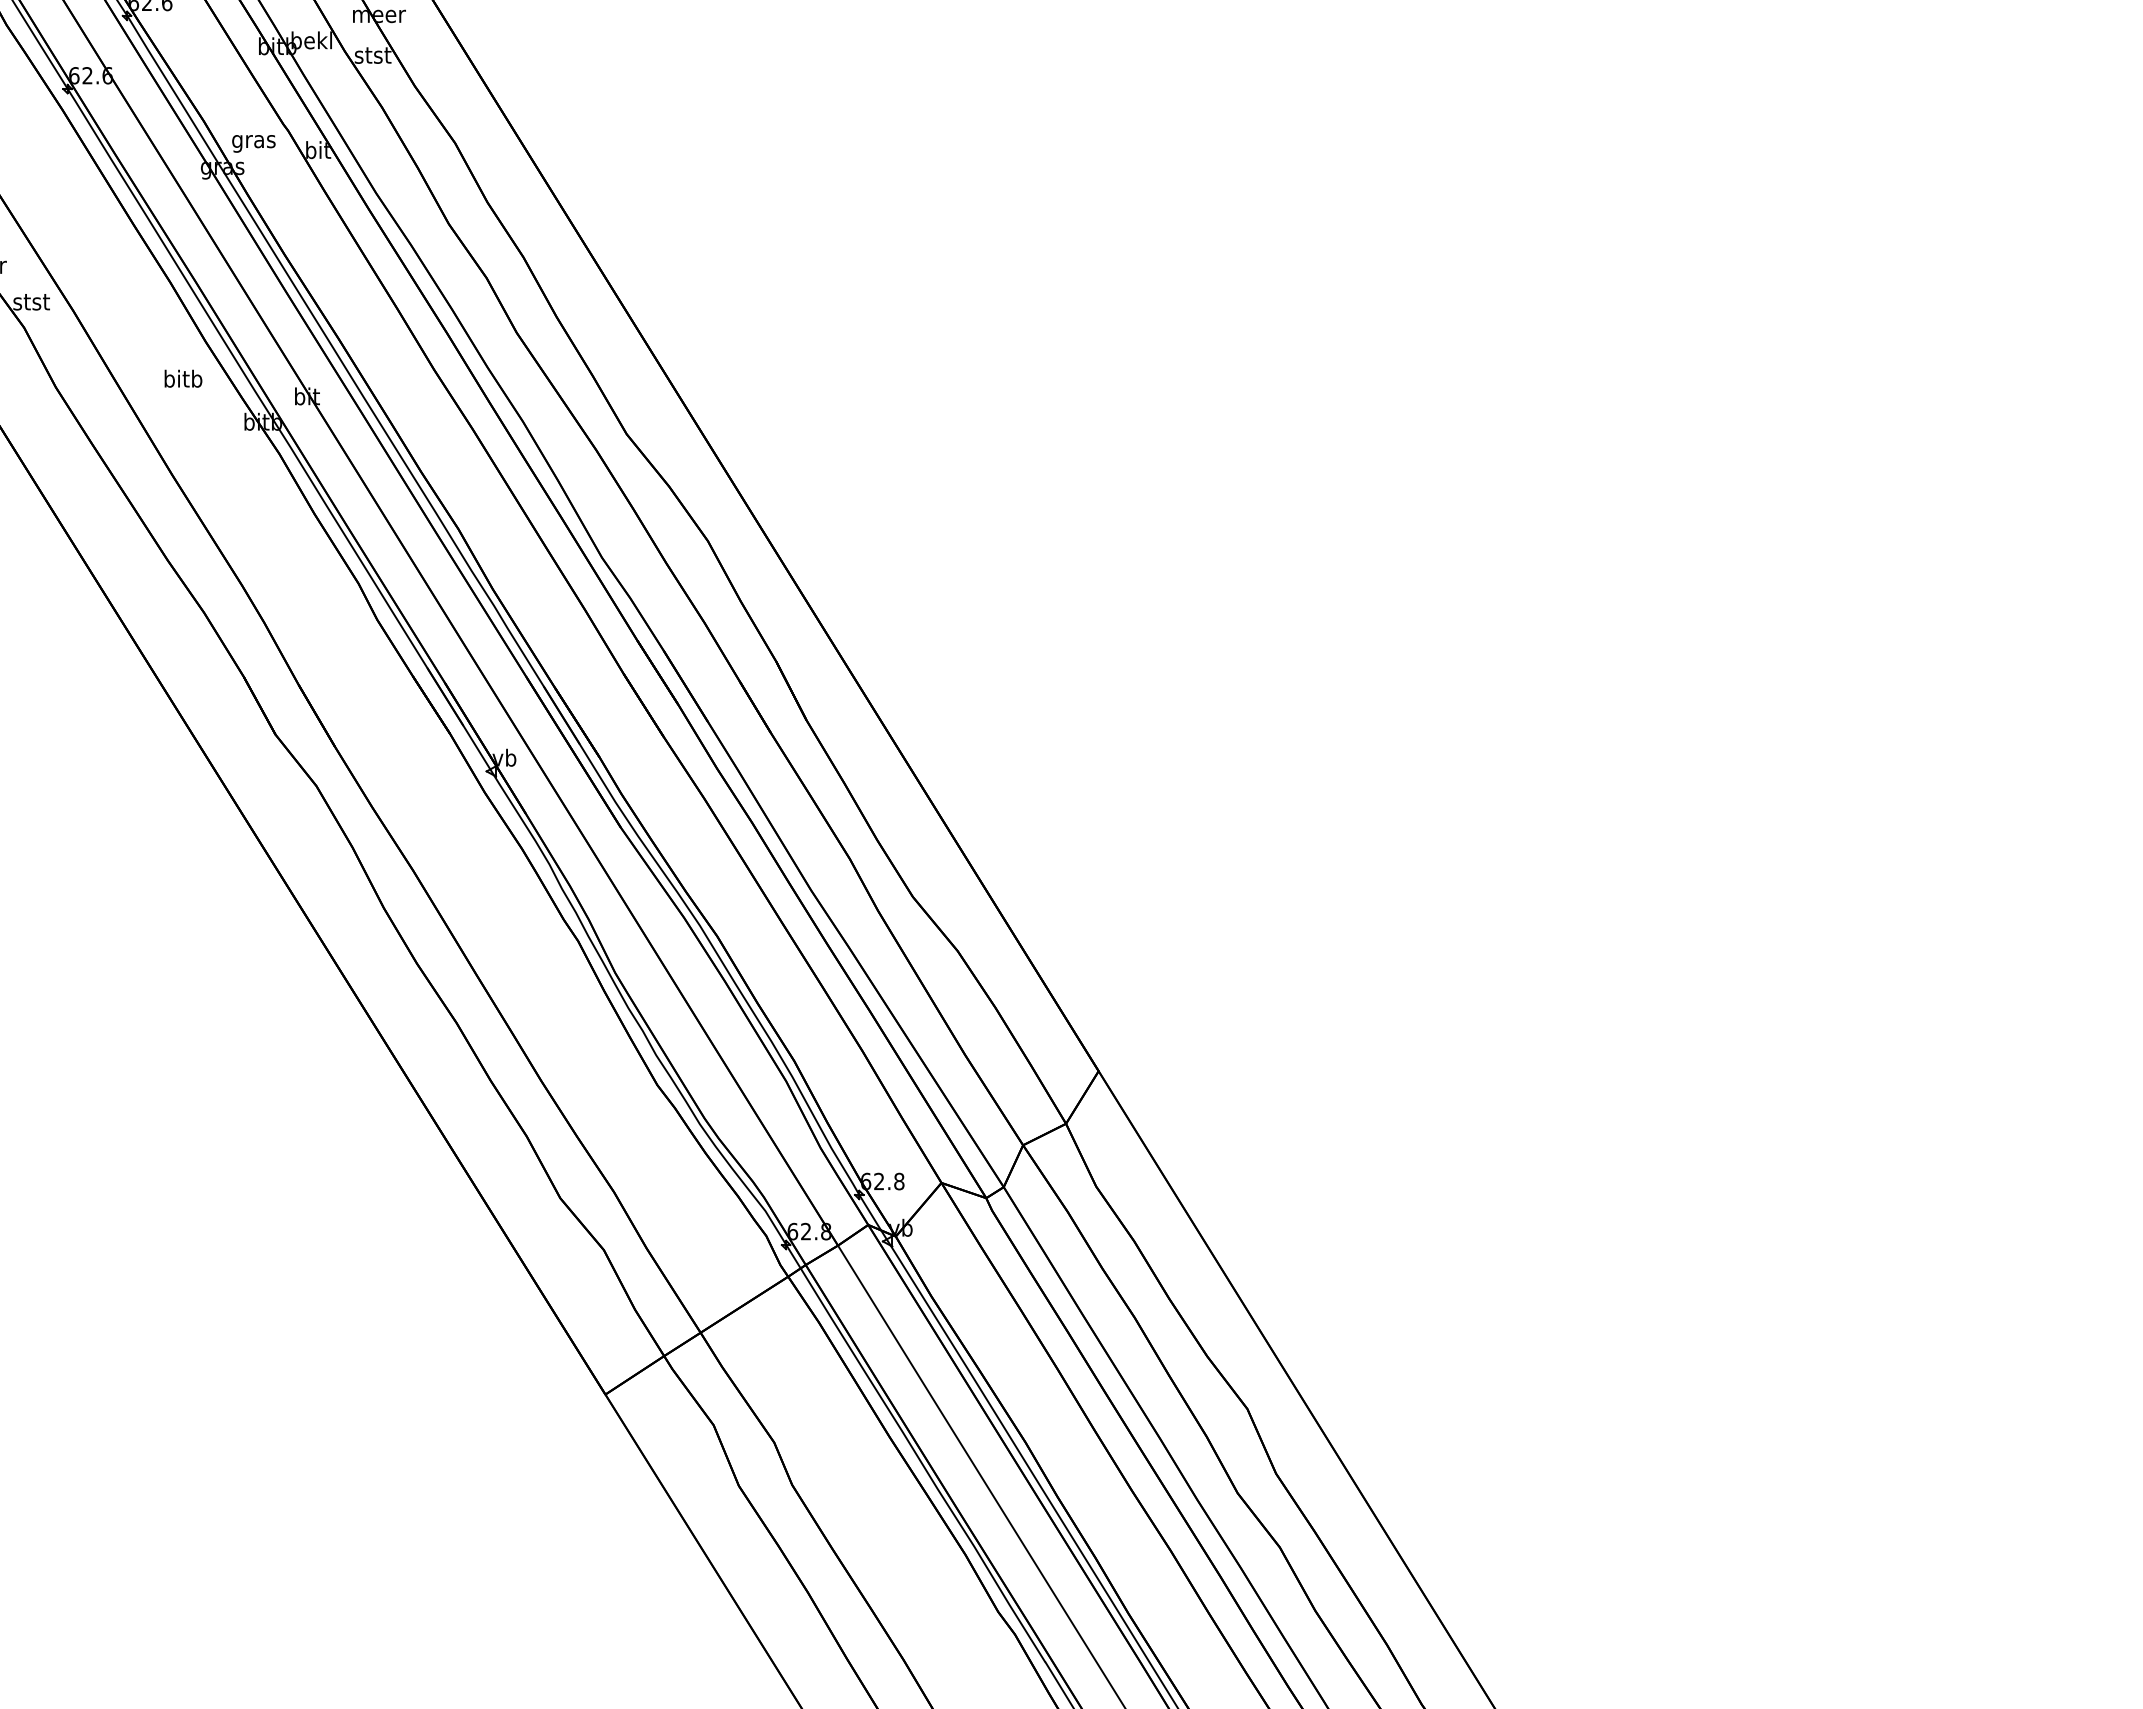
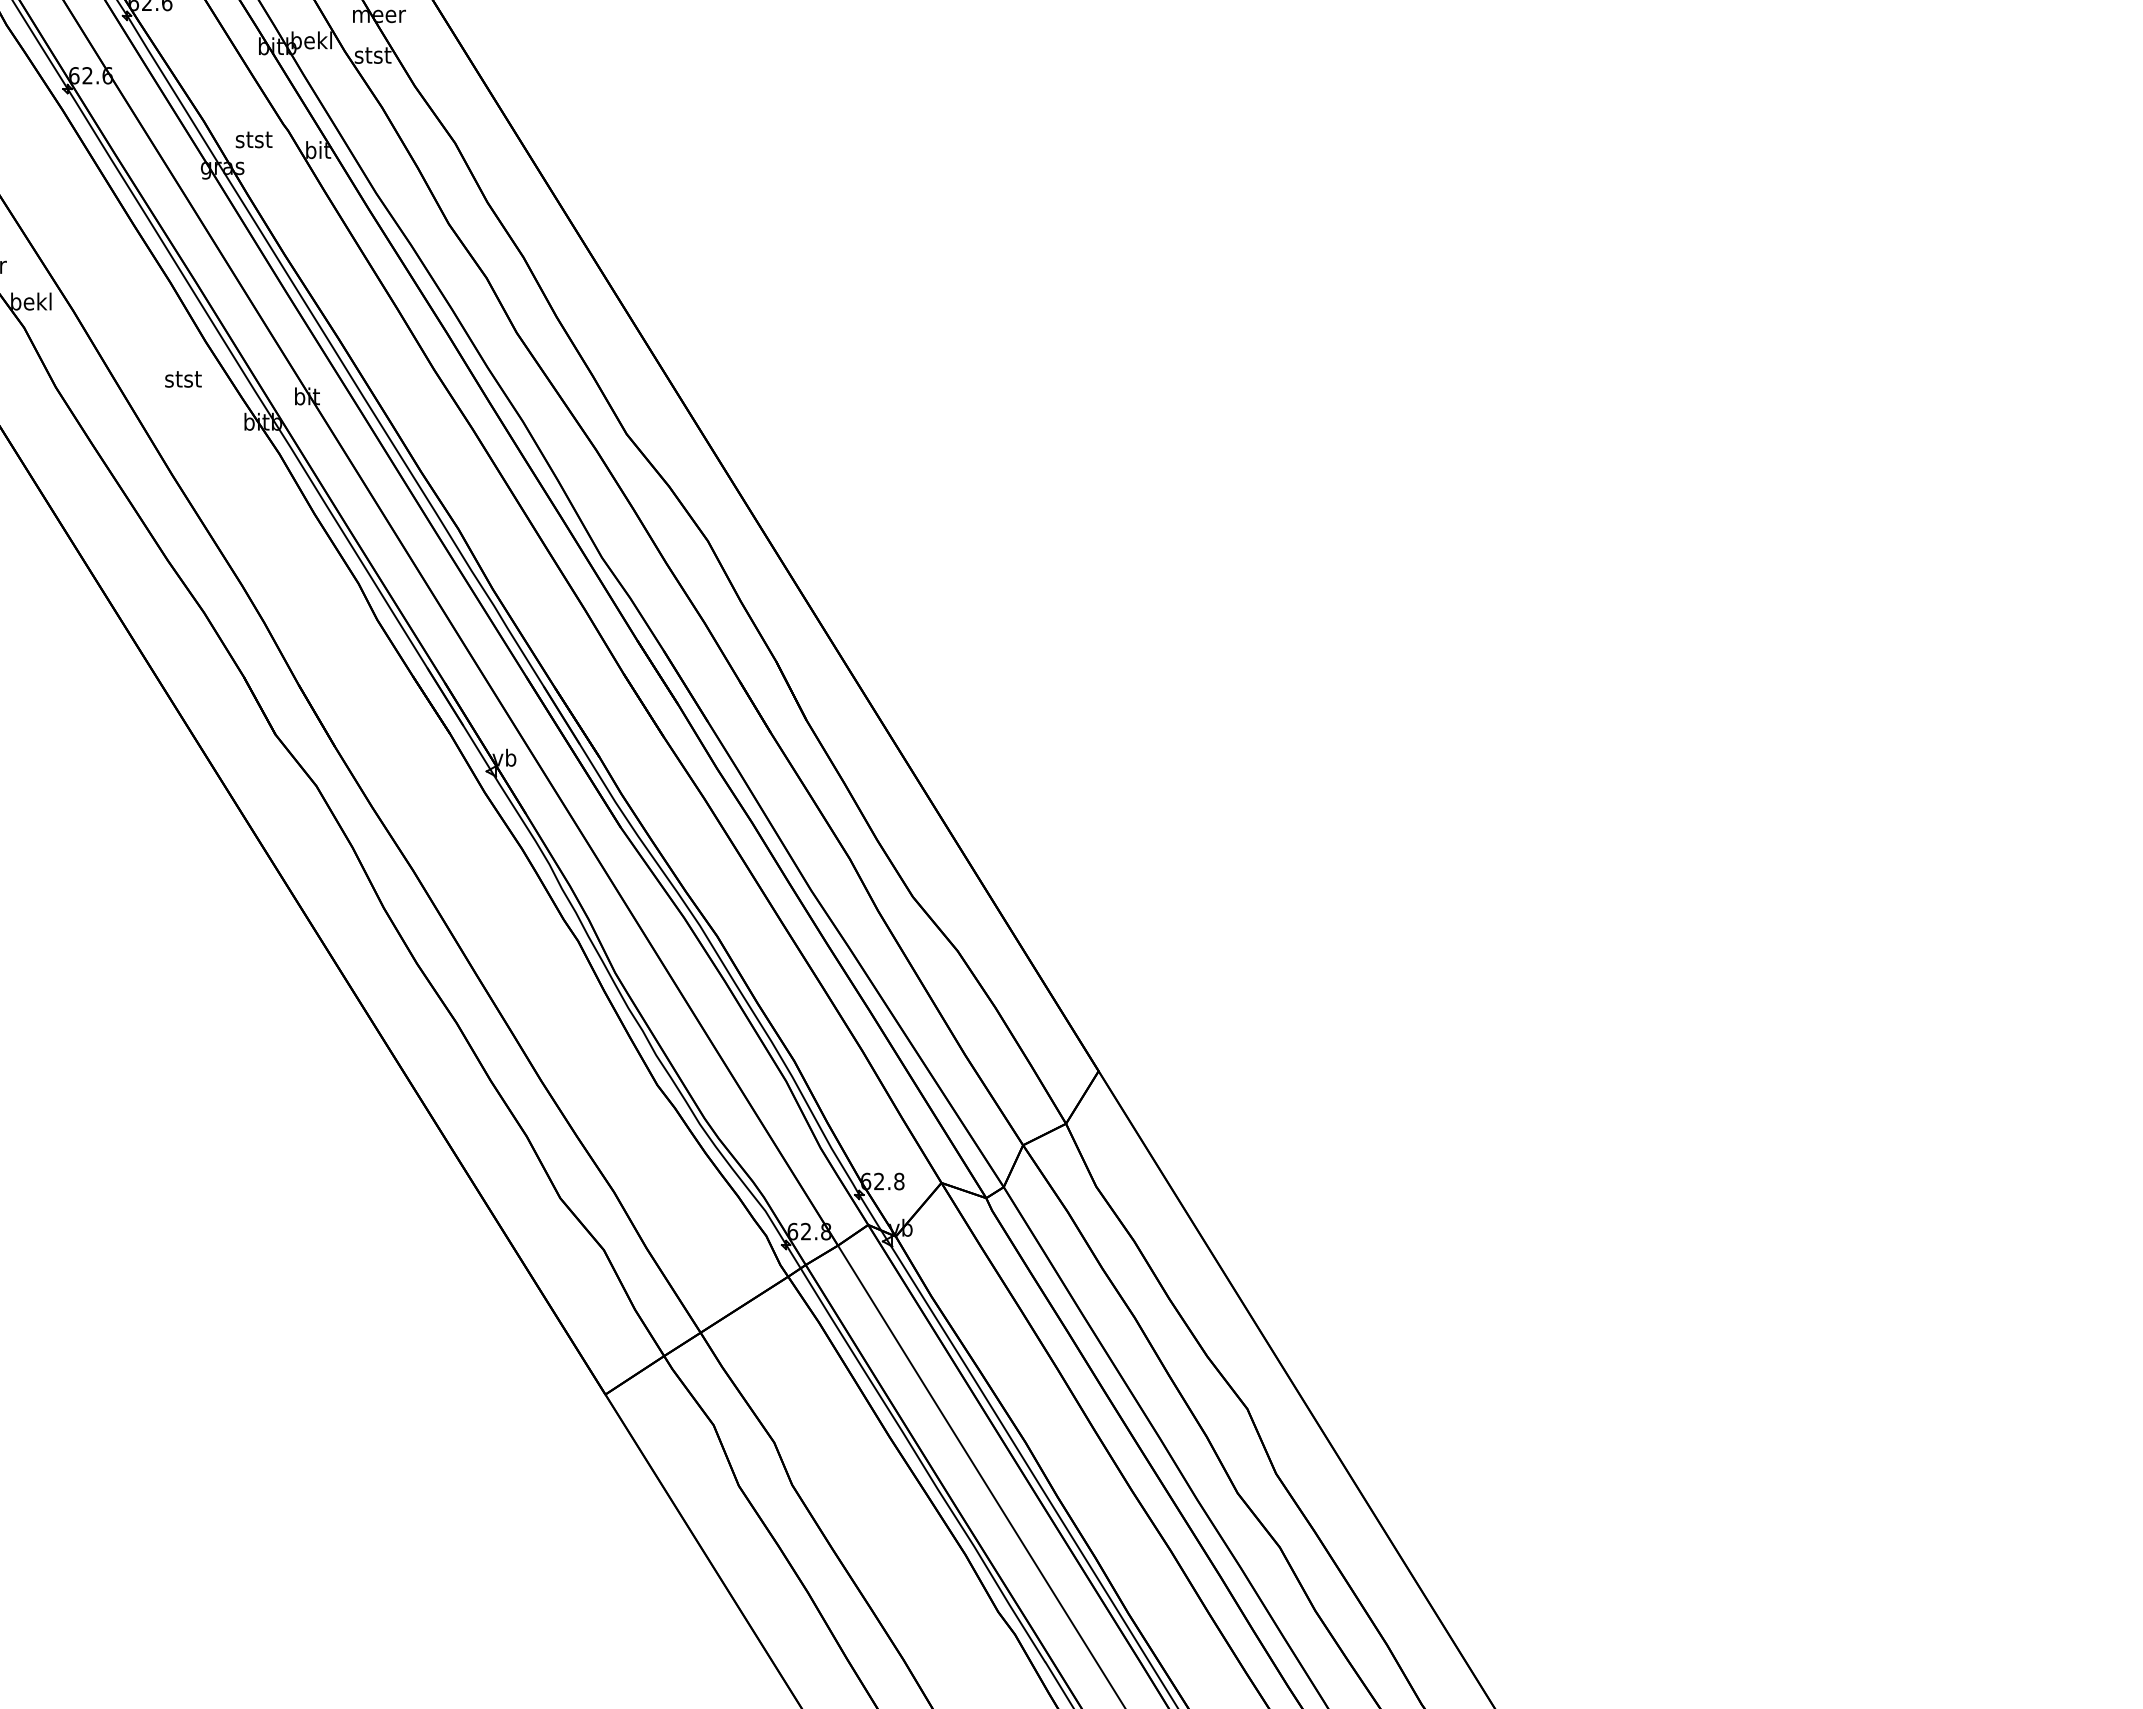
text at (253, 141): gras -> stst
text at (31, 301): stst -> bekl
text at (183, 378): bitb -> stst
